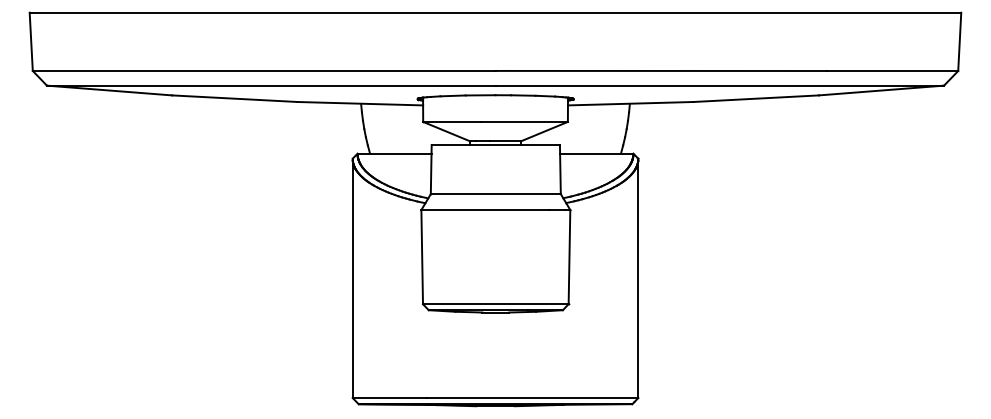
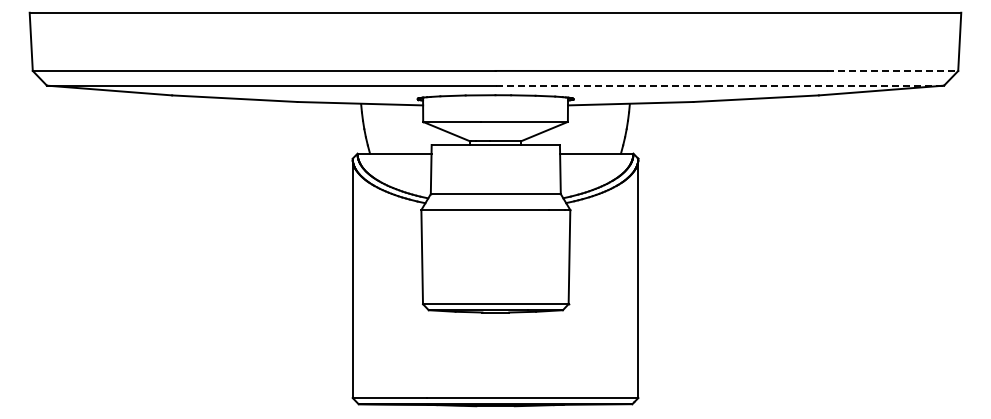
line at (892, 71): solid -> dashed
line at (720, 85): solid -> dashed
